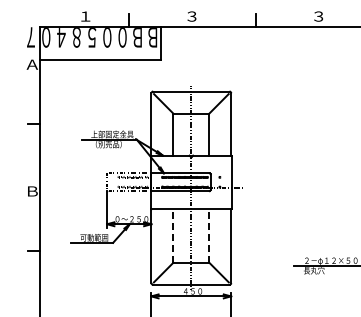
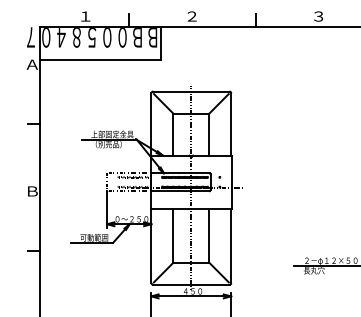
text at (191, 16): ３ -> ２
line at (173, 235): dashed -> solid
line at (208, 235): dashed -> solid
